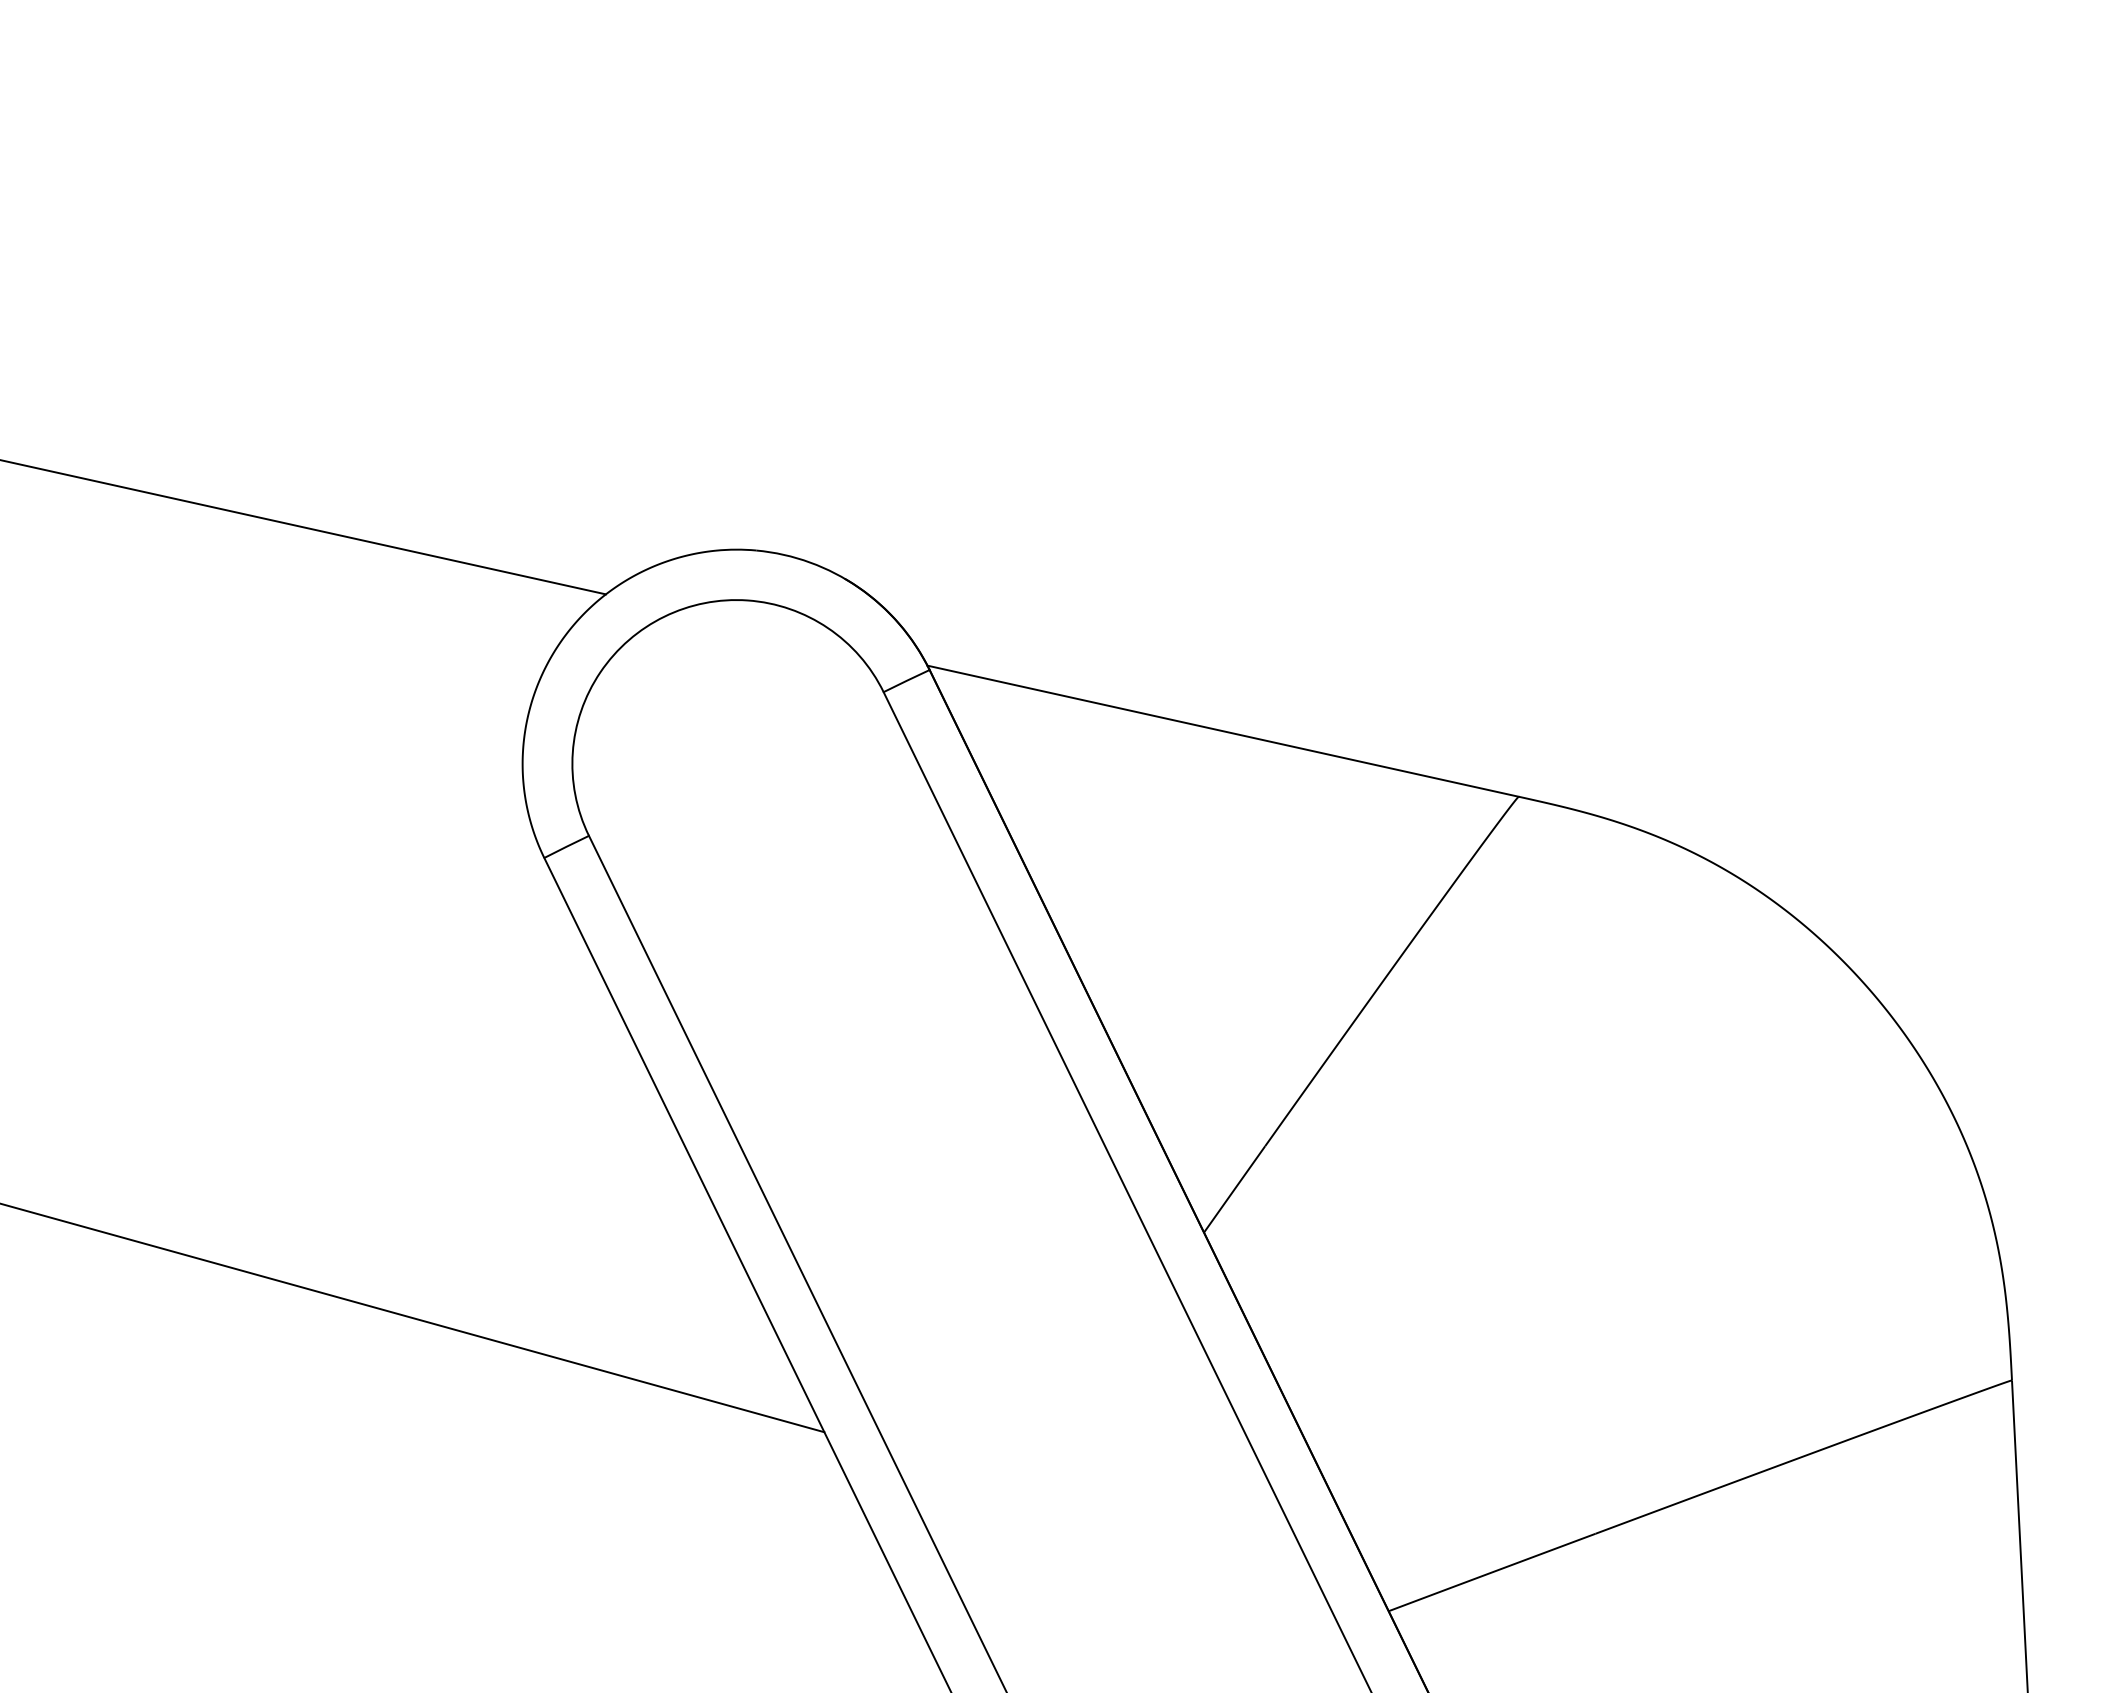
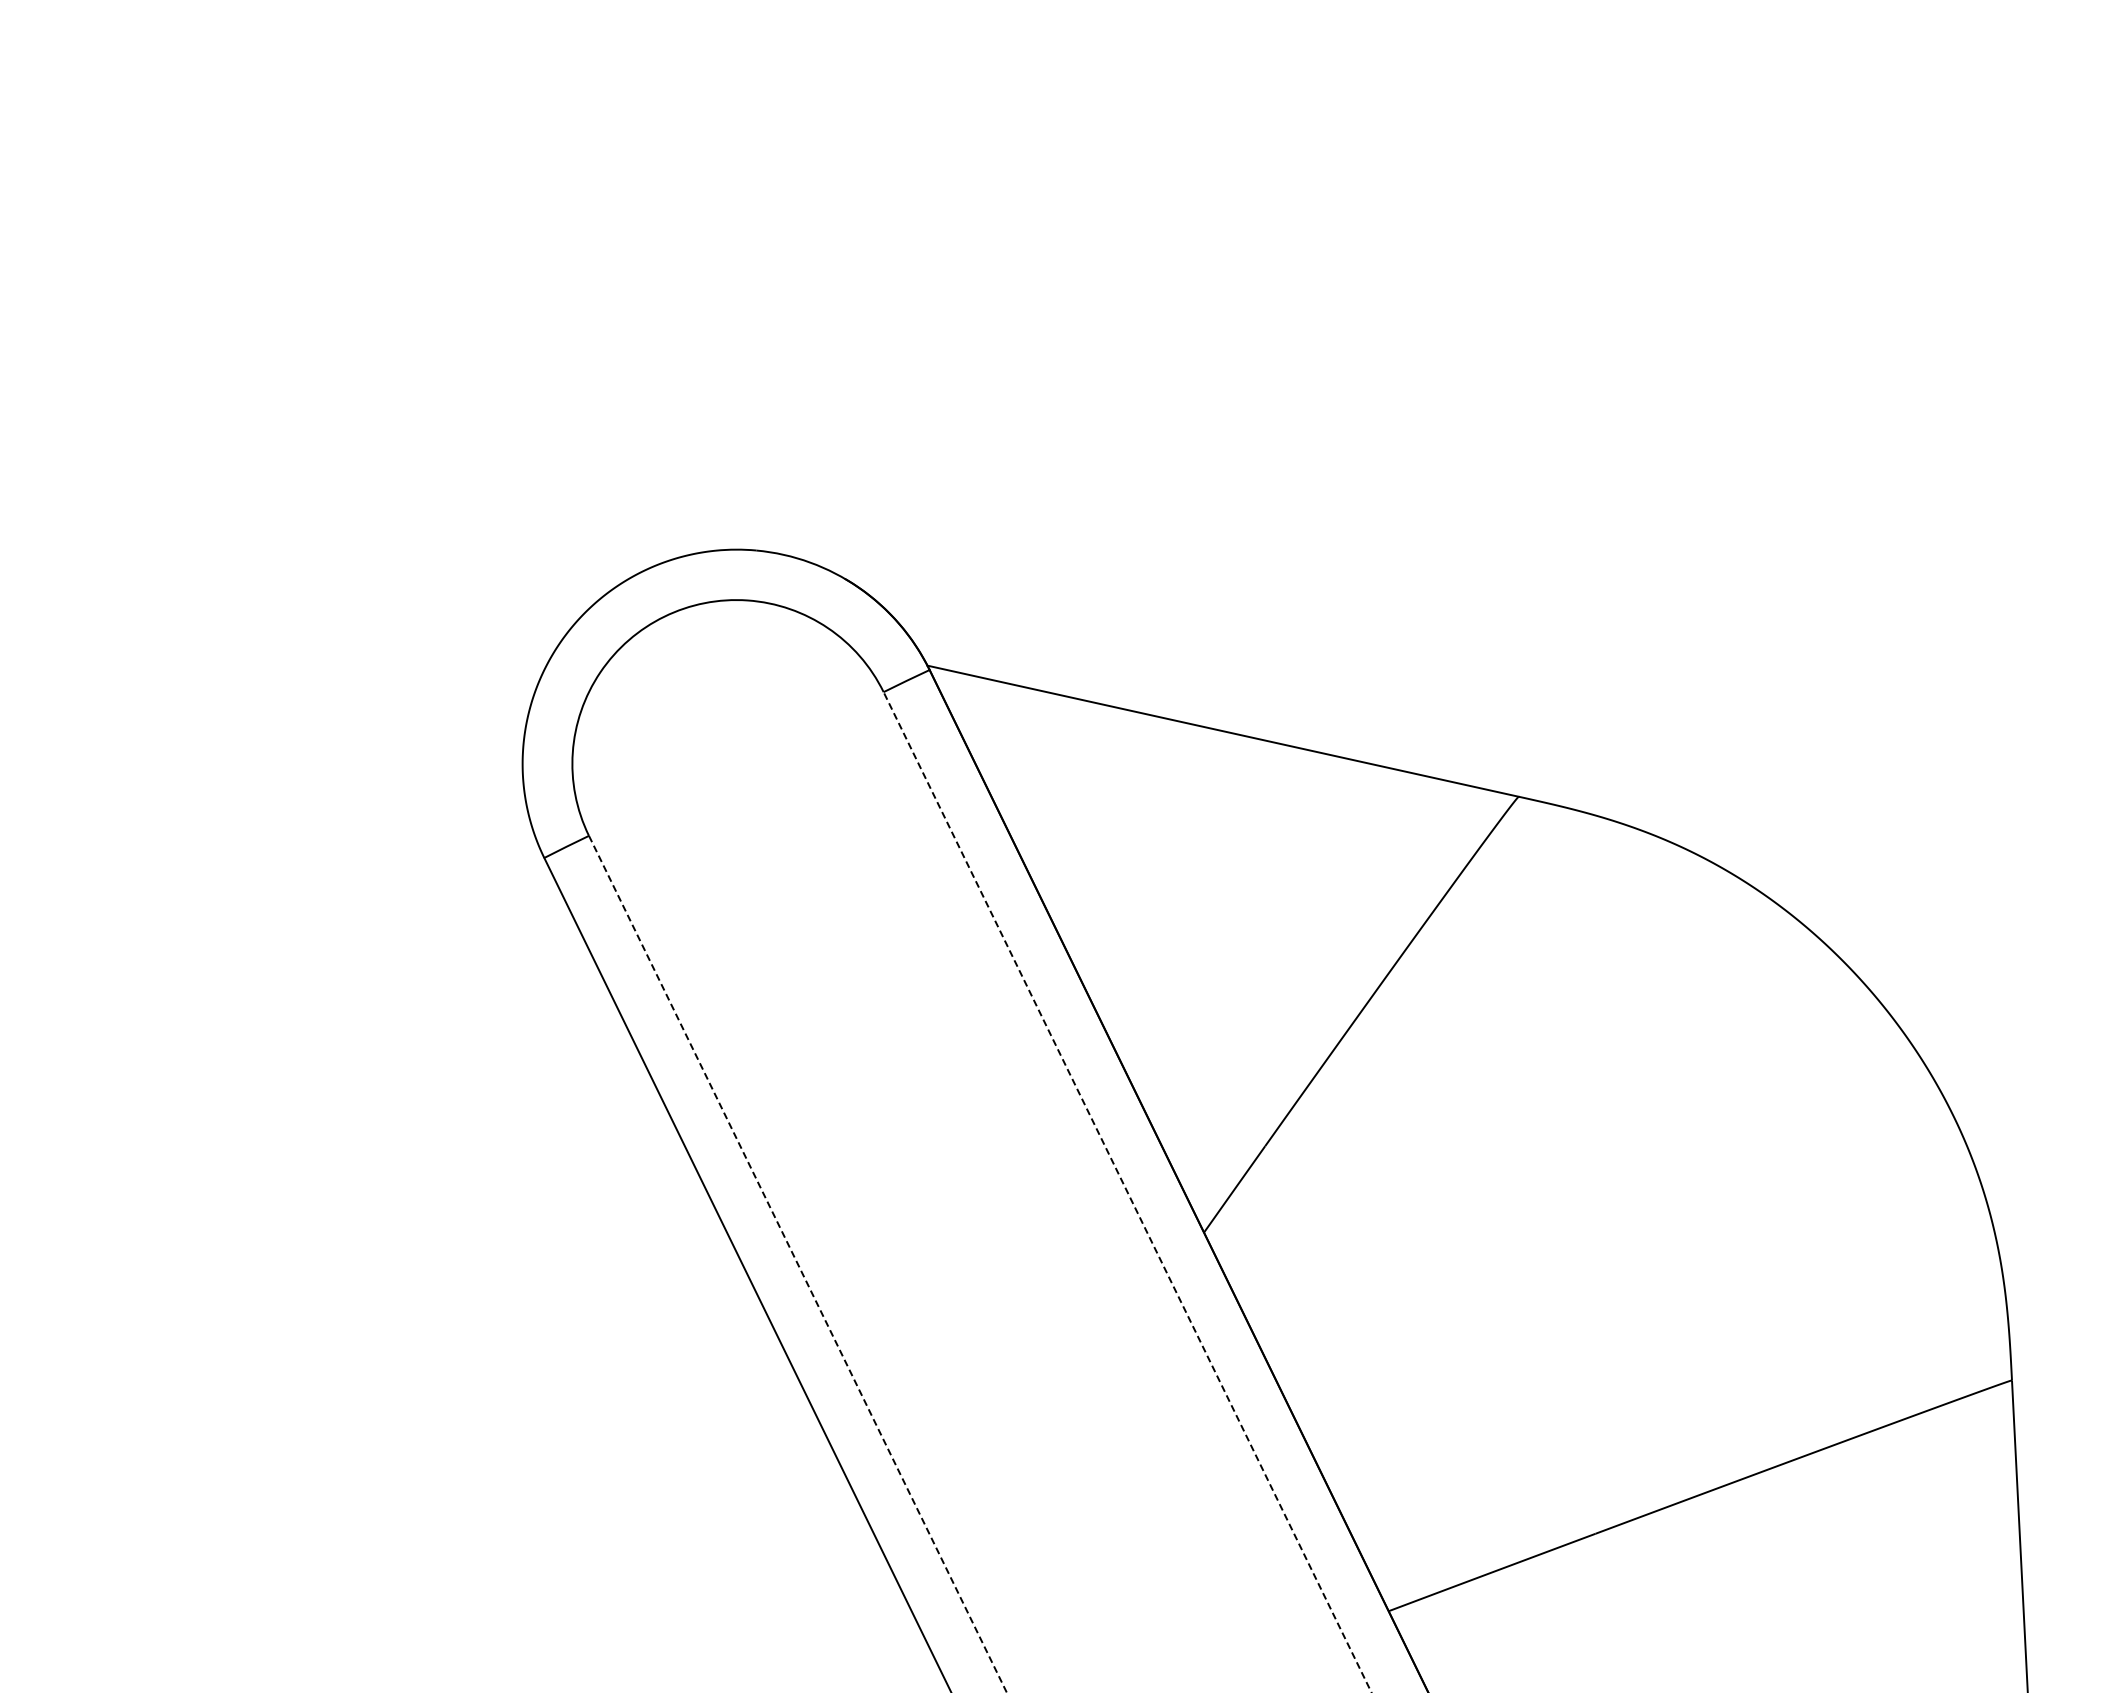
line at (303, 527): present -> none
line at (1127, 1191): solid -> dashed
line at (798, 1264): solid -> dashed
line at (413, 1318): present -> none
